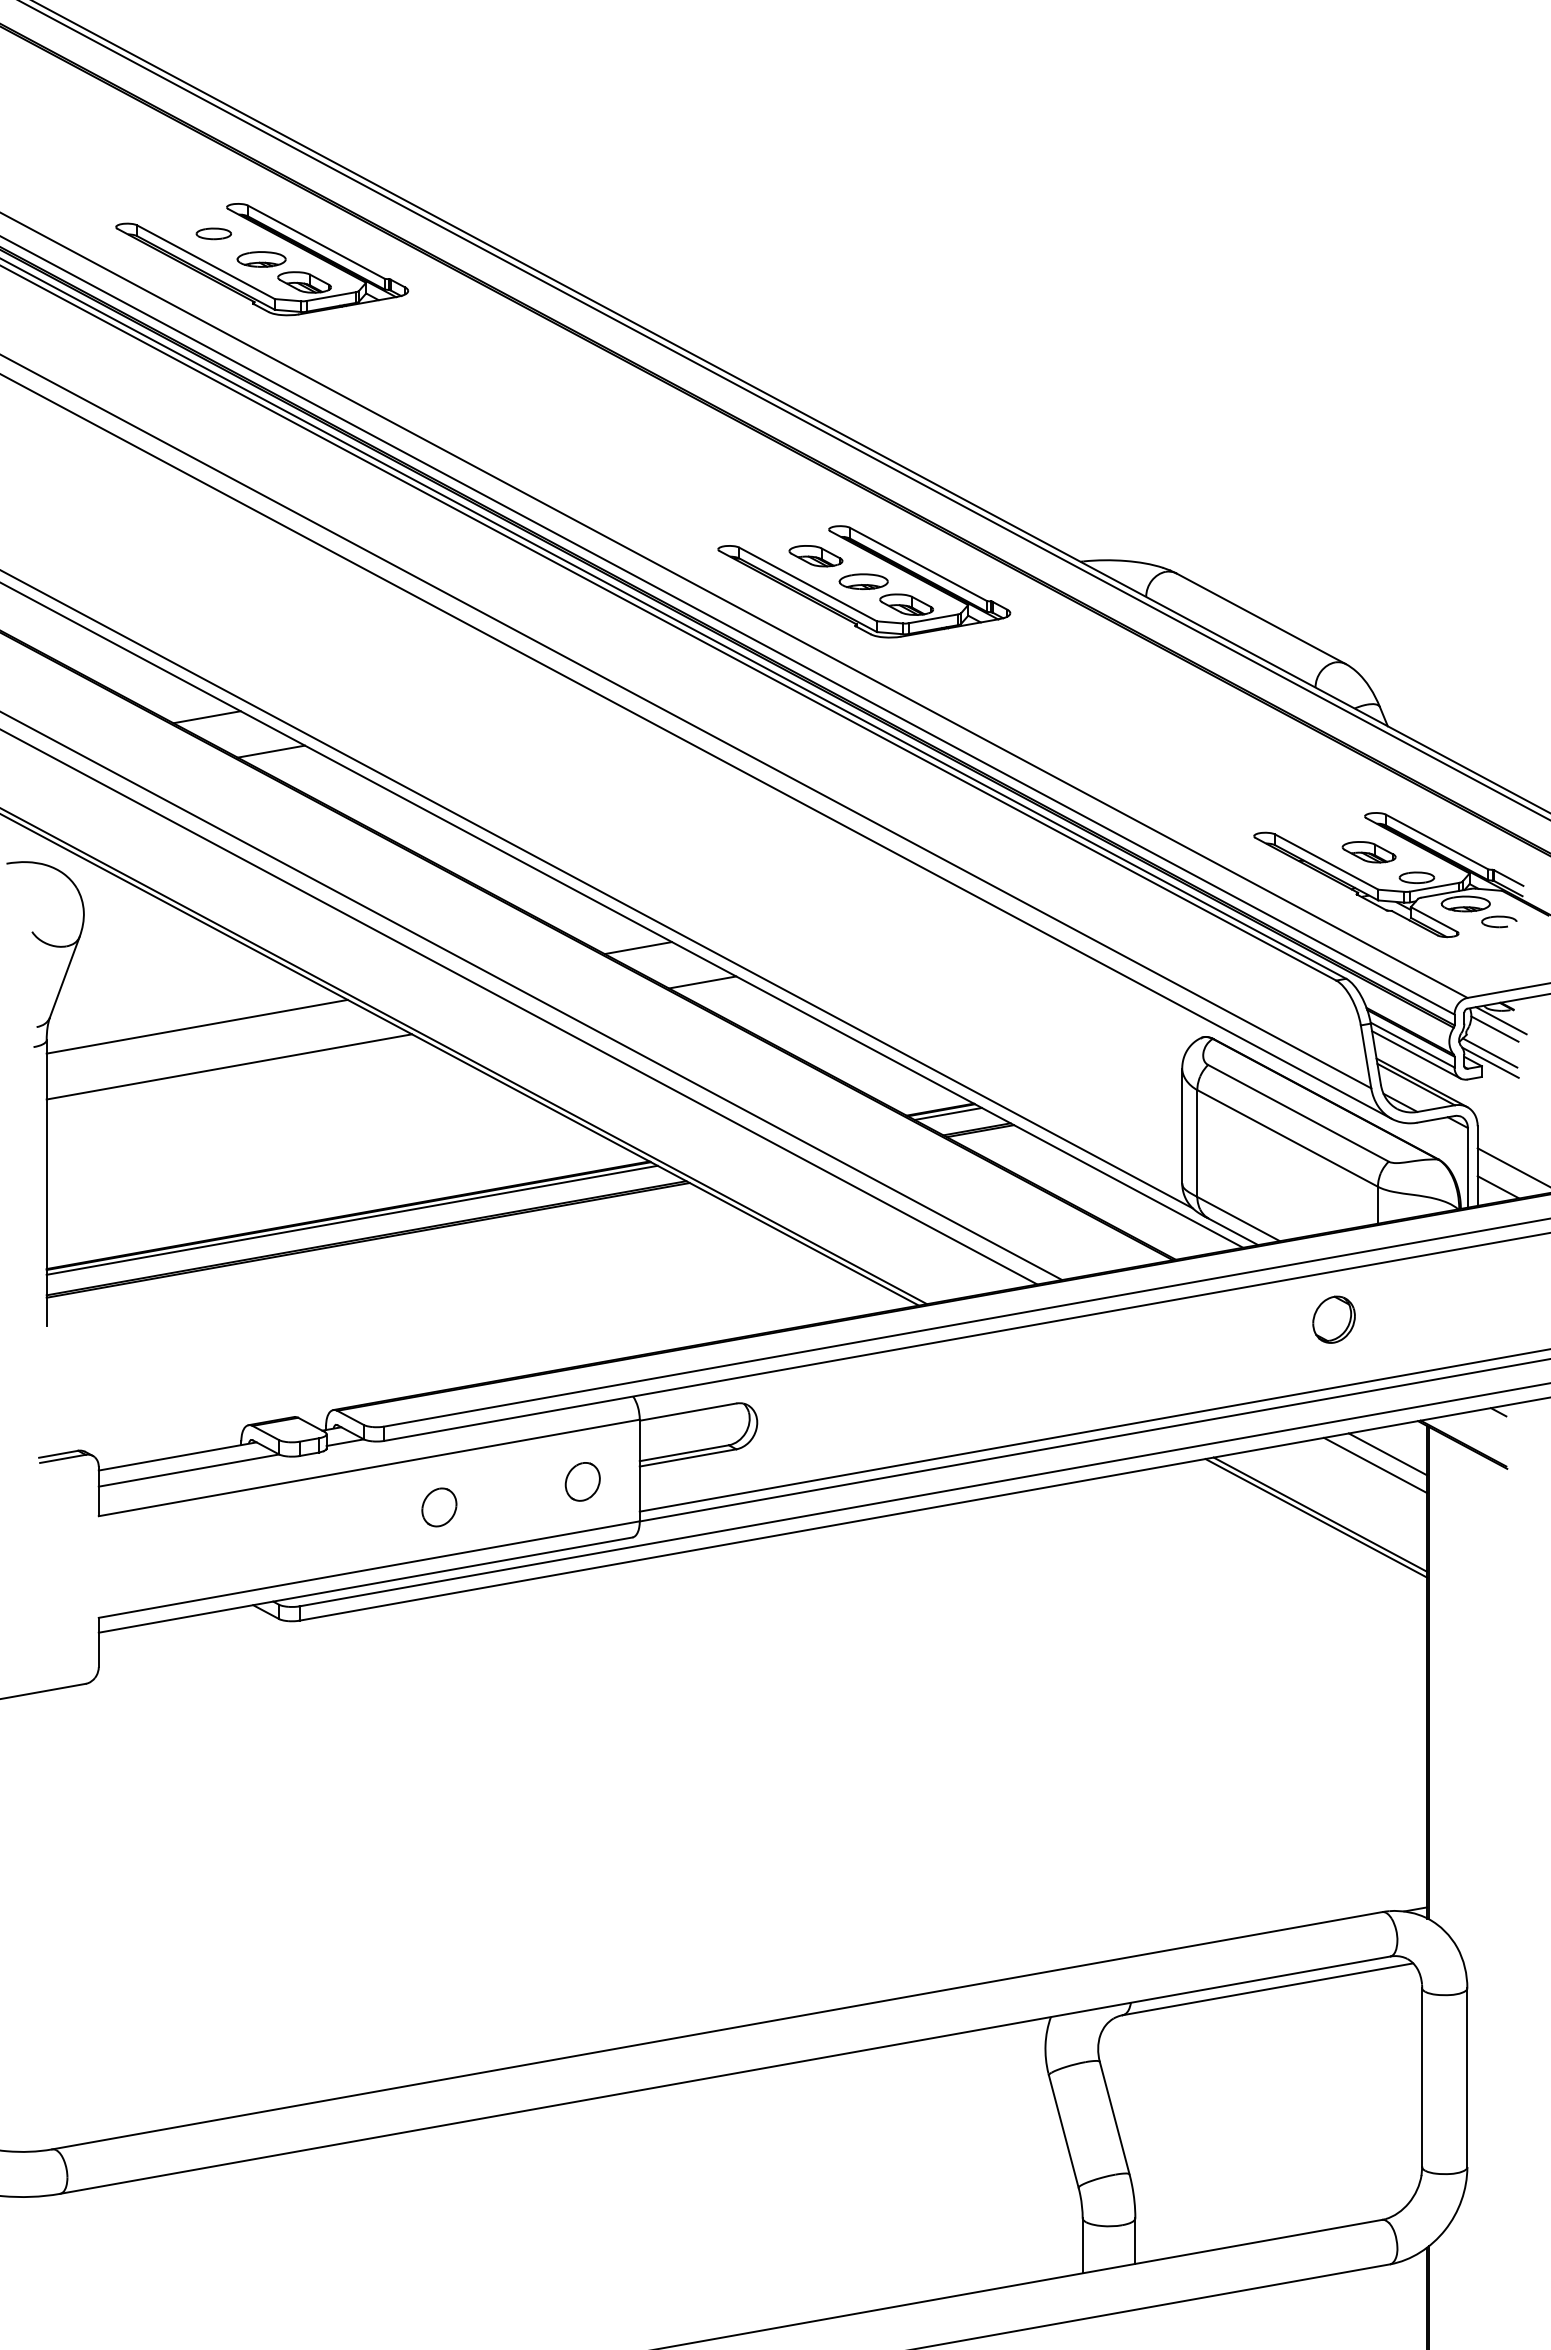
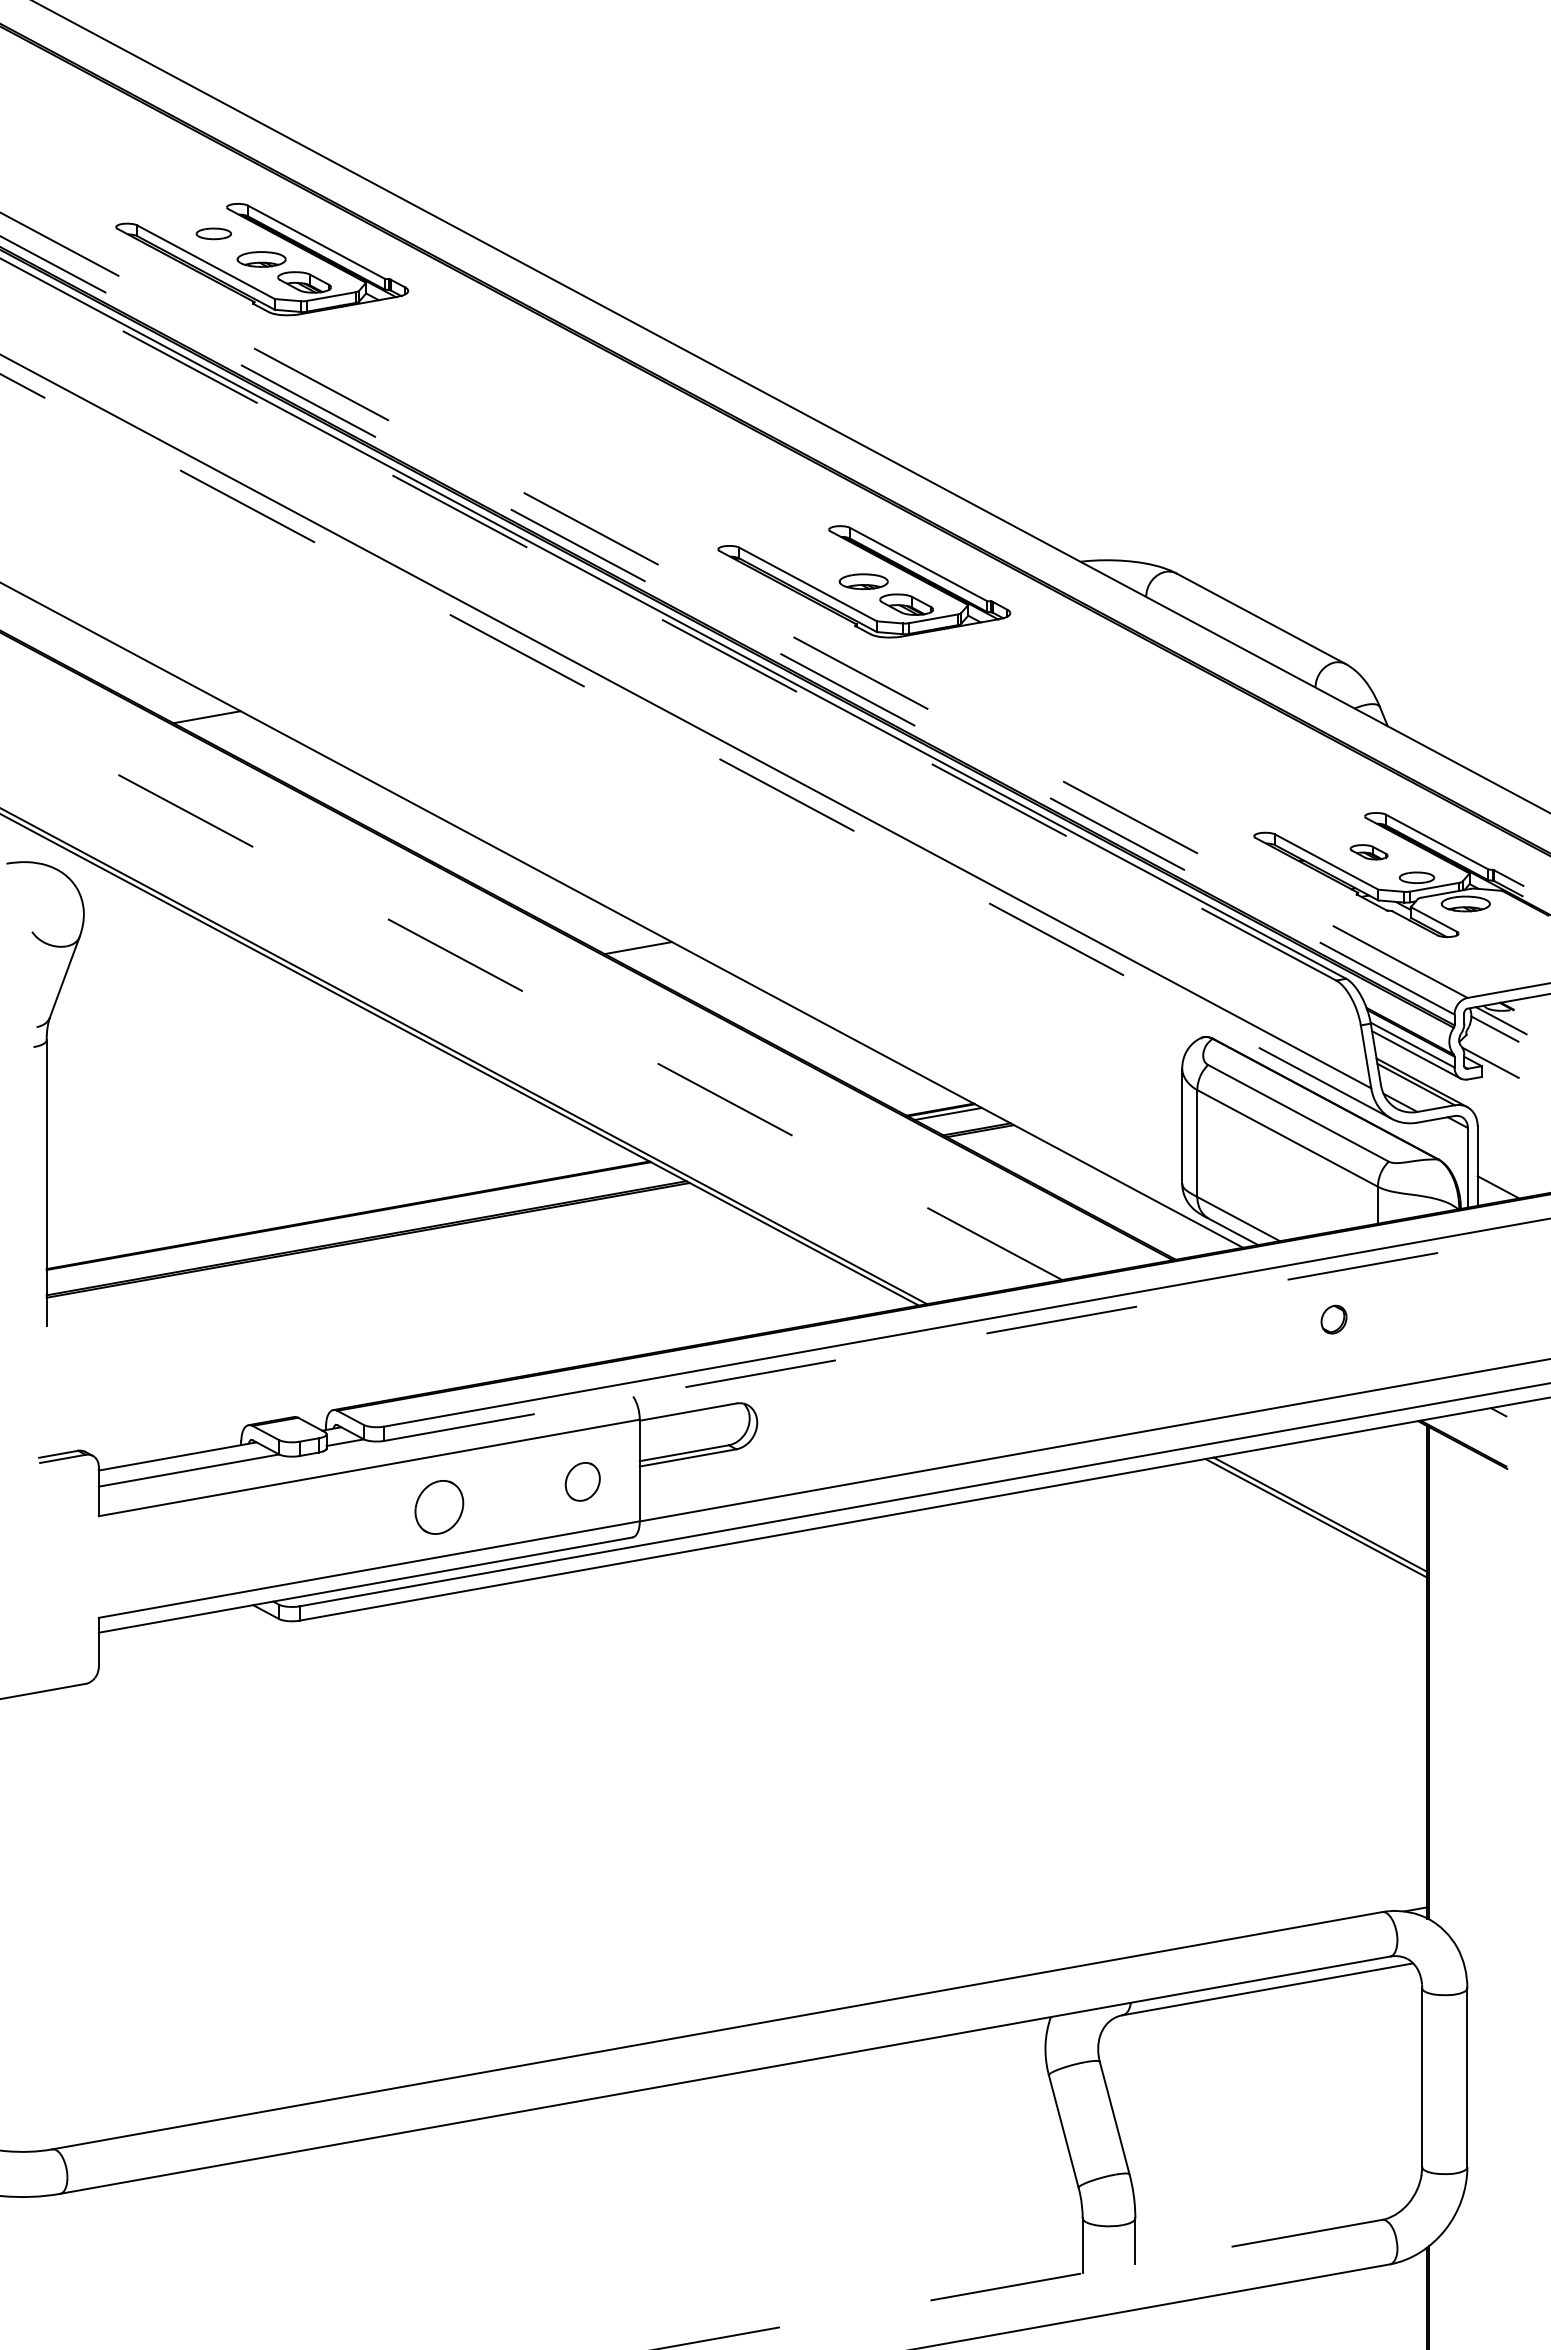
line at (784, 410): present -> none
part at (815, 556): present -> none
line at (734, 605): solid -> dashed
line at (668, 623): solid -> dashed
line at (727, 625): solid -> dashed
line at (696, 746): solid -> dashed
line at (271, 751): present -> none
part at (1368, 852) size: 56x23 px -> 40x17 px
line at (597, 889): present -> none
part at (1499, 921): present -> none
line at (702, 982): present -> none
line at (530, 995): solid -> dashed
line at (519, 1007): present -> none
line at (196, 1026): present -> none
line at (1489, 1052): present -> none
line at (229, 1066): present -> none
line at (1512, 1166): present -> none
line at (351, 1219): present -> none
part at (1333, 1319) size: 44x49 px -> 28x31 px
line at (967, 1336): solid -> dashed
line at (1093, 1430): present -> none
line at (1387, 1454): present -> none
line at (1375, 1465): present -> none
part at (439, 1507) size: 37x41 px -> 51x55 px
line at (1017, 2284): solid -> dashed
